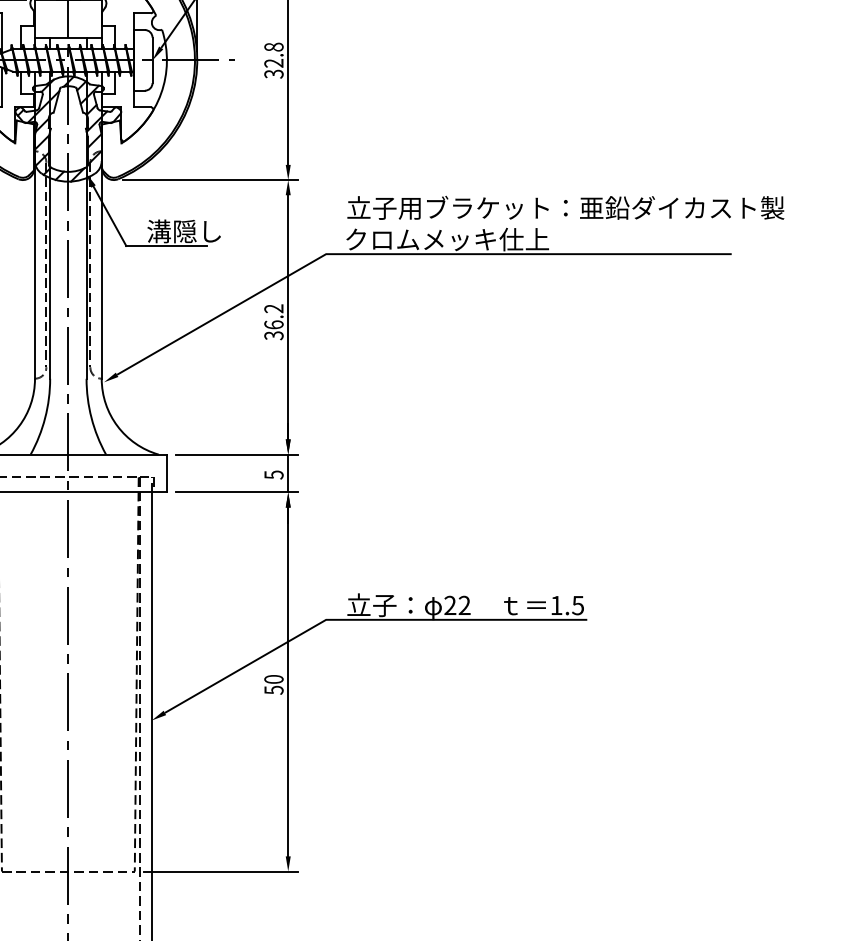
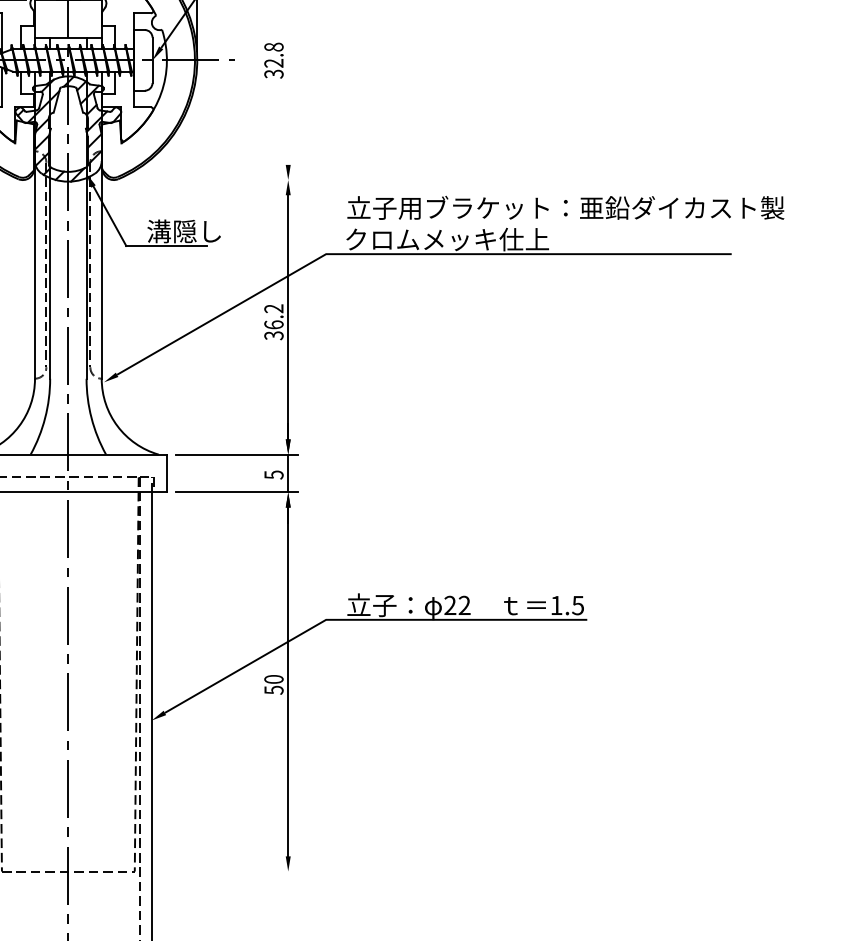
line at (288, 83): present -> none
line at (210, 180): present -> none
line at (220, 871): present -> none
